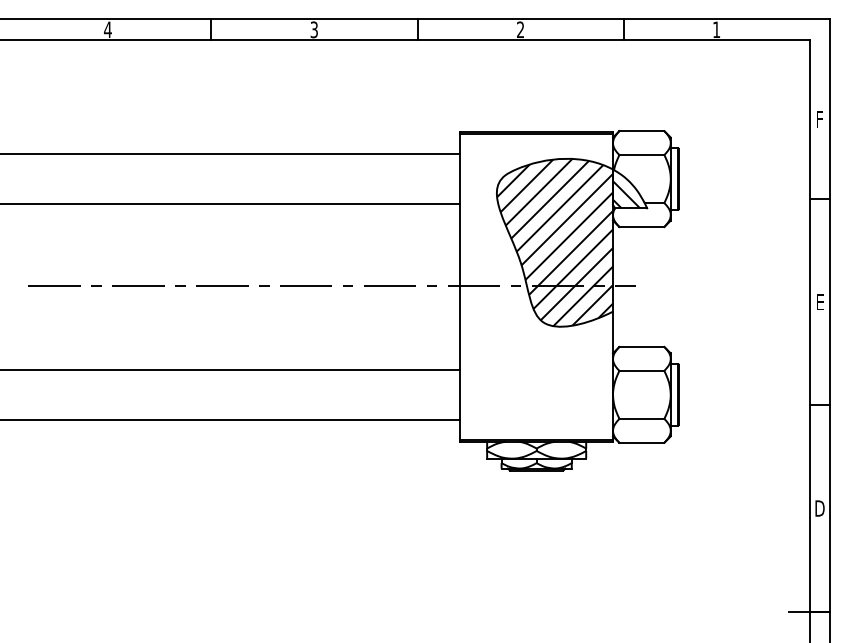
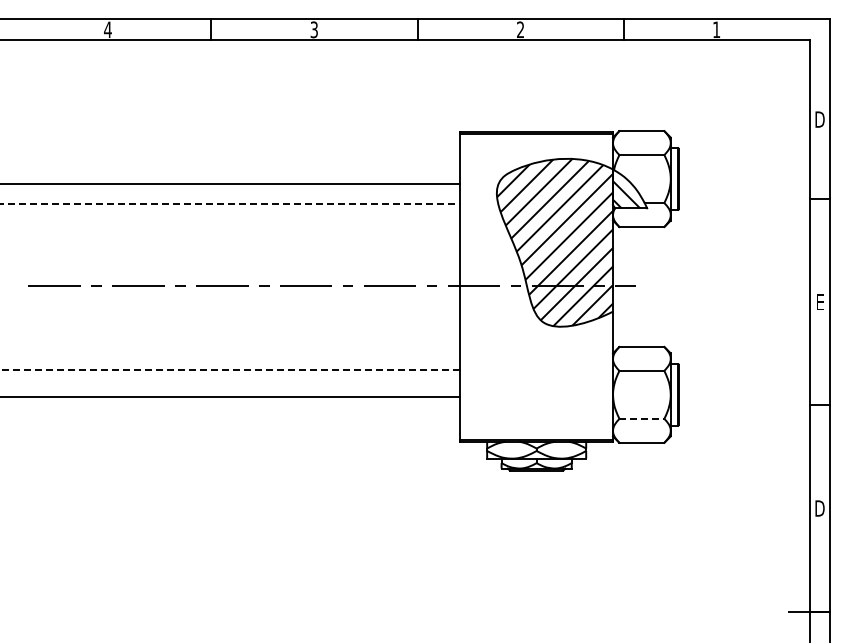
text at (819, 119): F -> D
line at (231, 154) position: (231, 154) -> (231, 184)
line at (230, 203): solid -> dashed
line at (230, 370): solid -> dashed
line at (642, 418): solid -> dashed
line at (231, 419) position: (231, 419) -> (231, 396)
